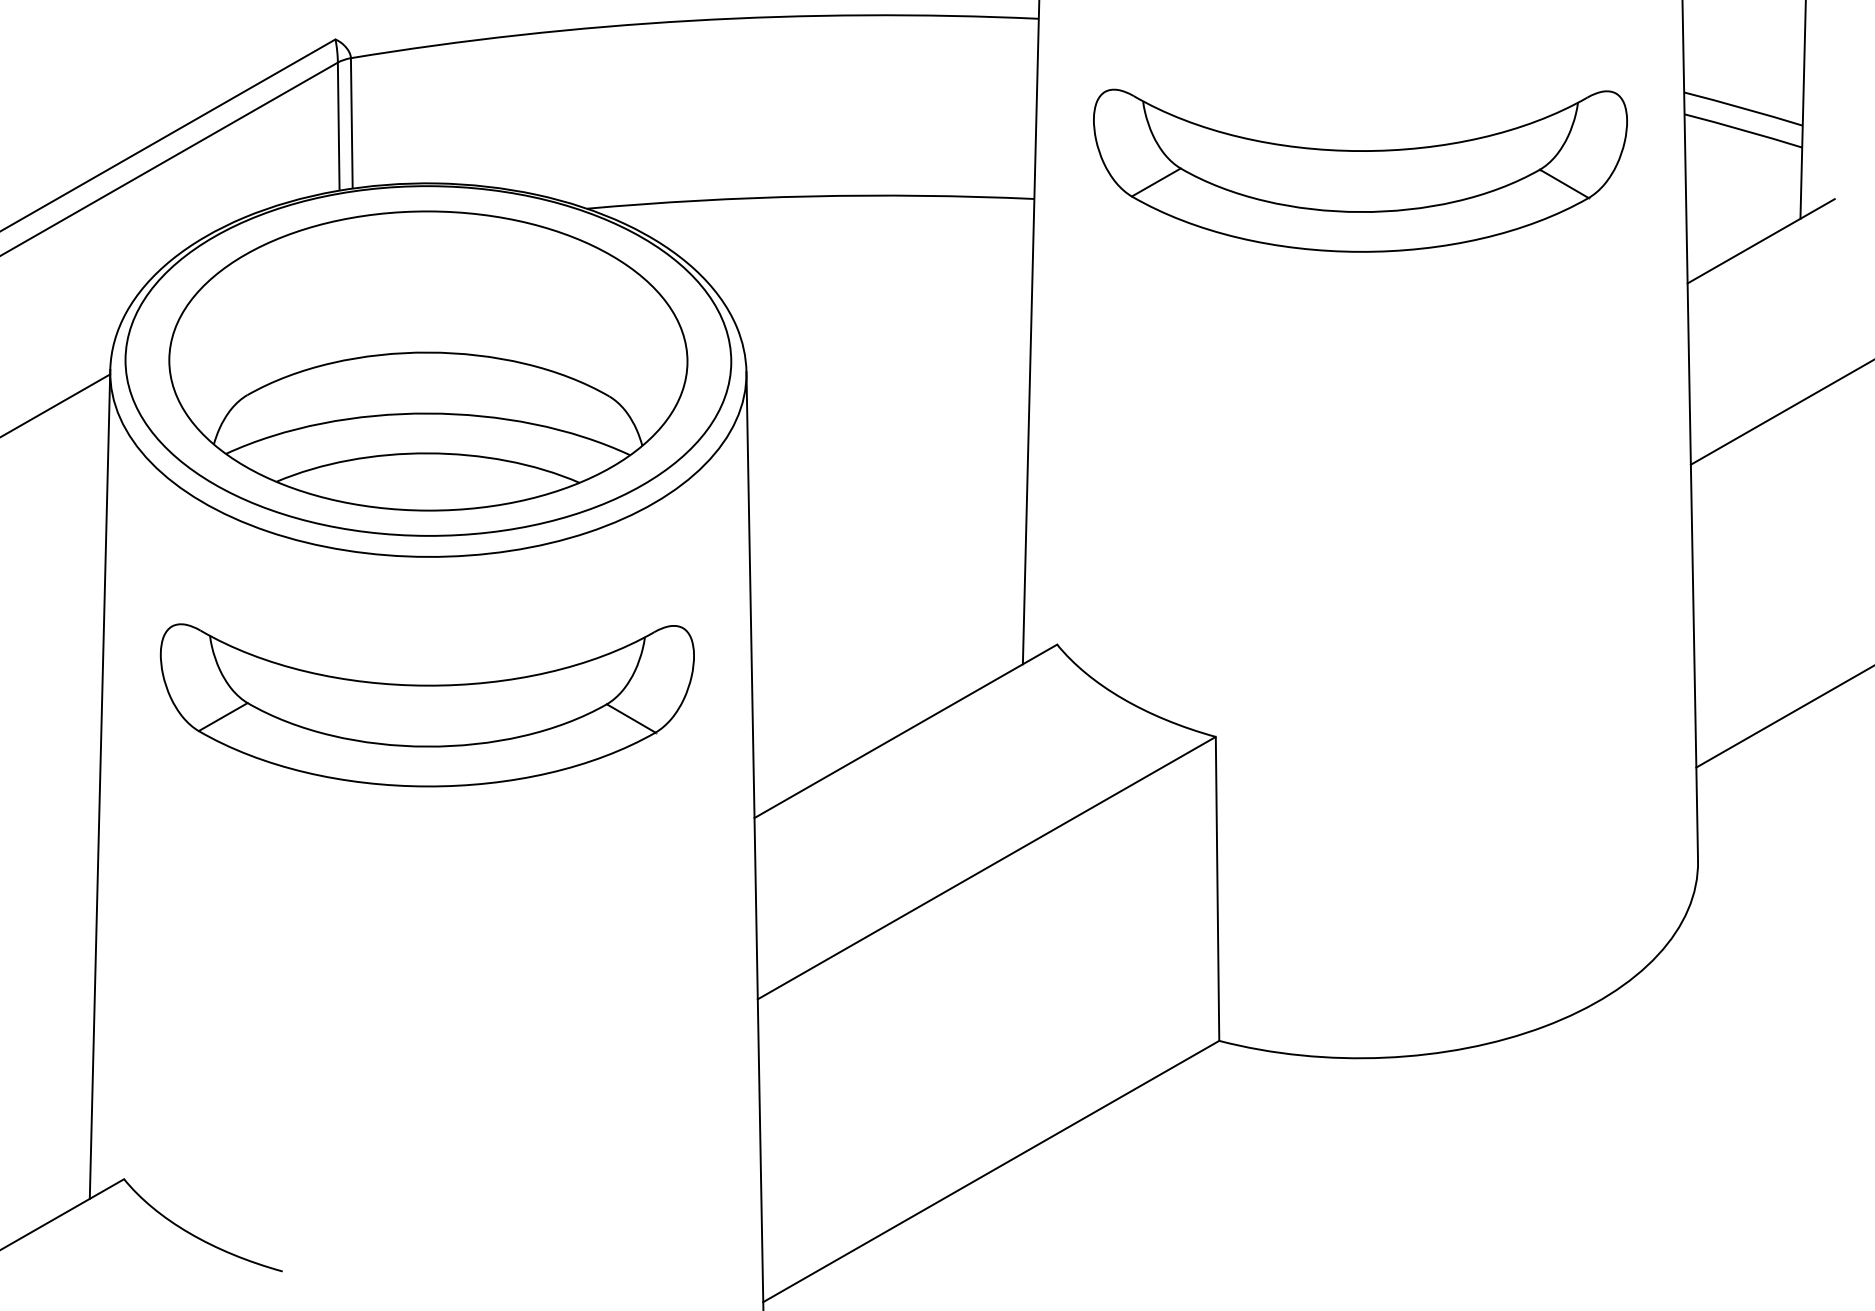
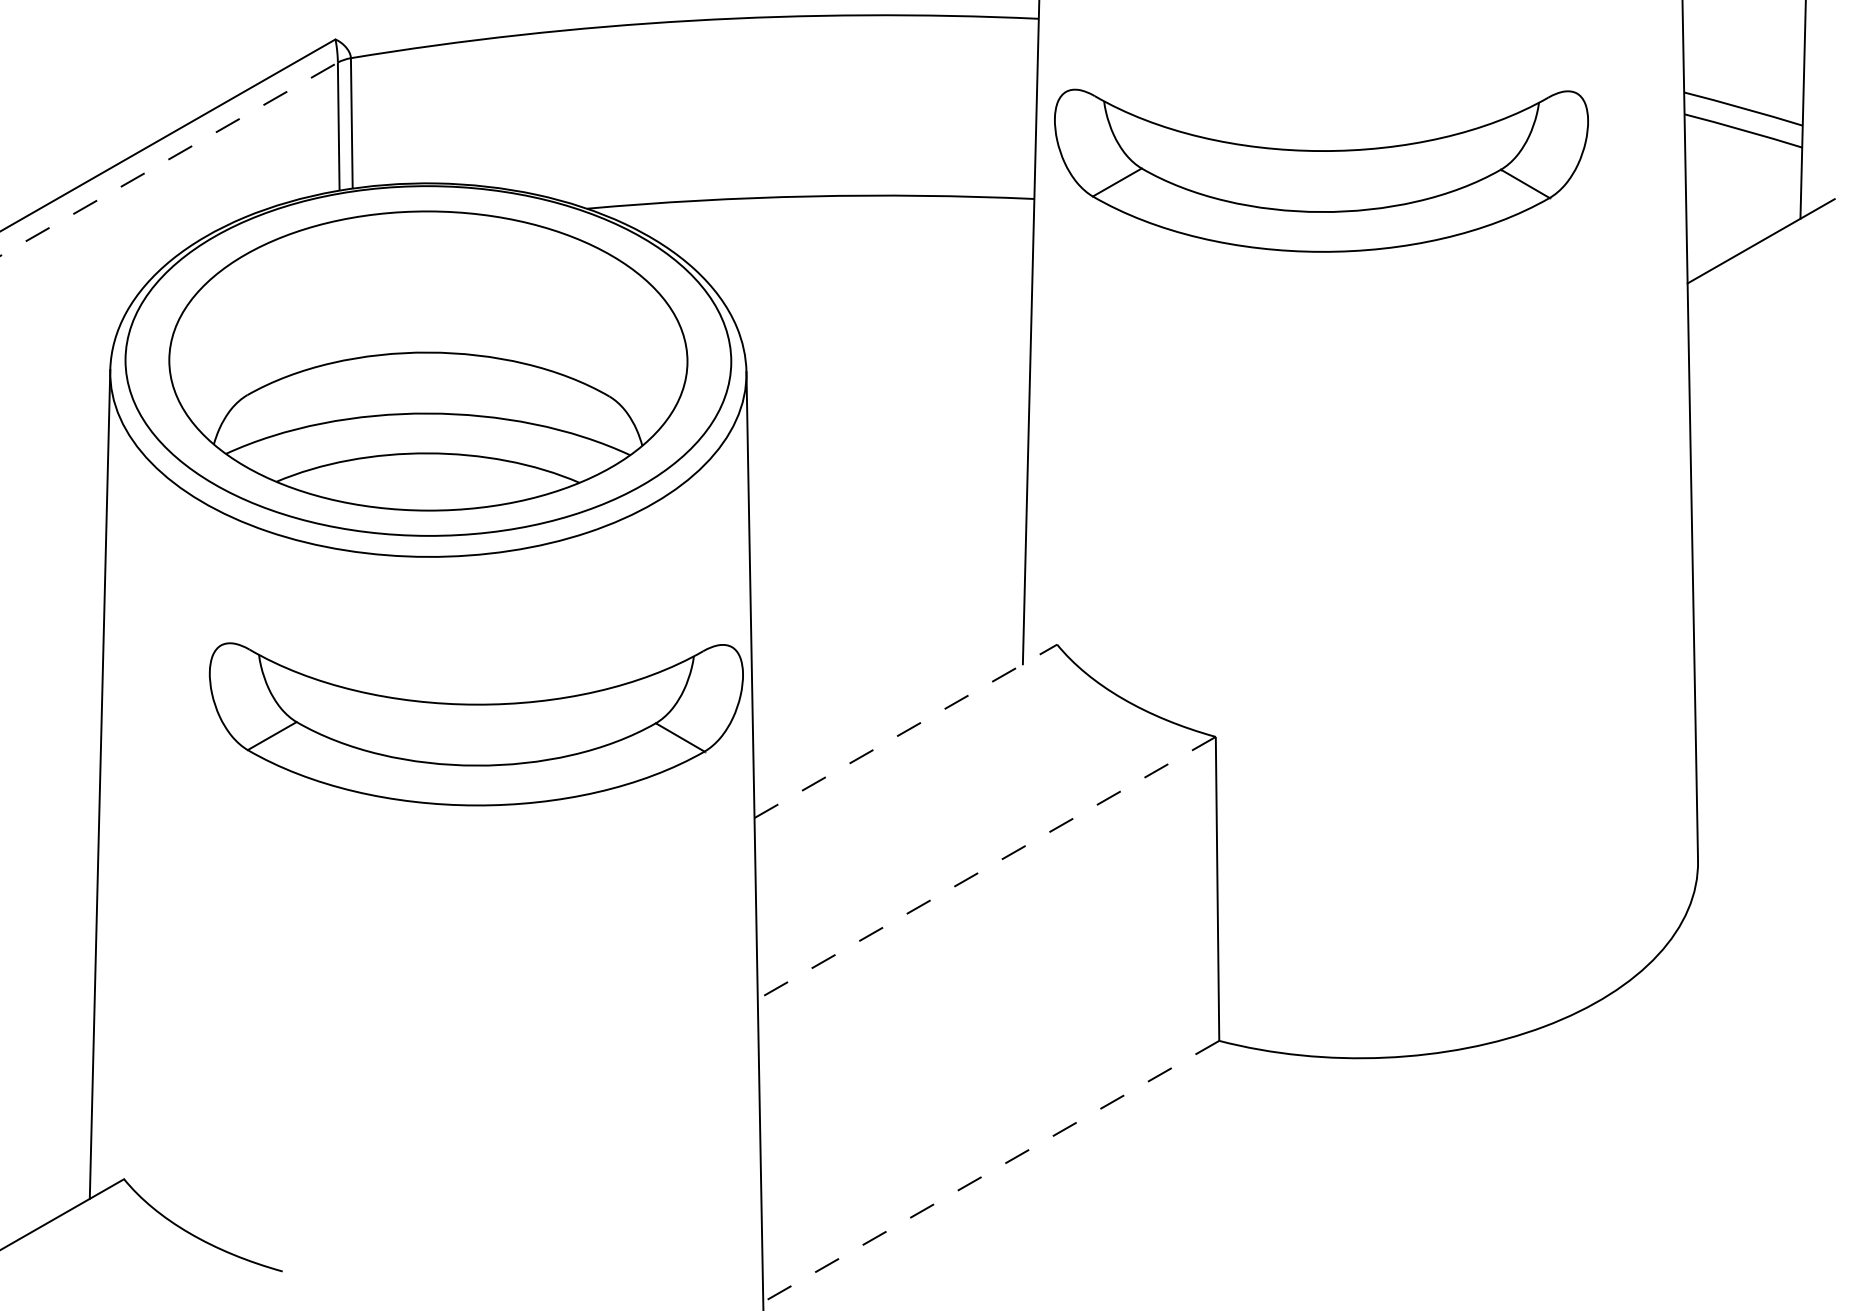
line at (169, 159): solid -> dashed
part at (1360, 170) position: (1360, 170) -> (1321, 170)
line at (56, 405): present -> none
line at (1780, 412): present -> none
part at (426, 705) position: (426, 705) -> (475, 724)
line at (1783, 717): present -> none
line at (906, 731): solid -> dashed
line at (986, 868): solid -> dashed
line at (991, 1171): solid -> dashed
